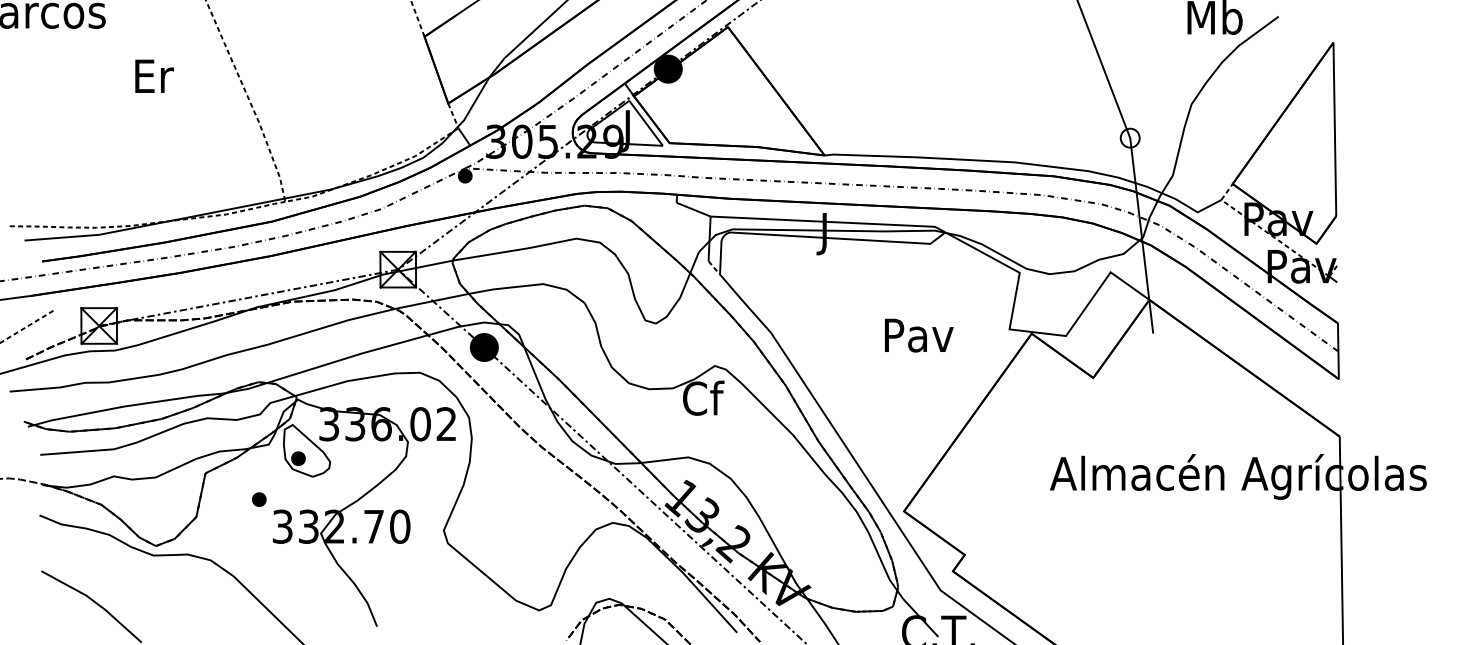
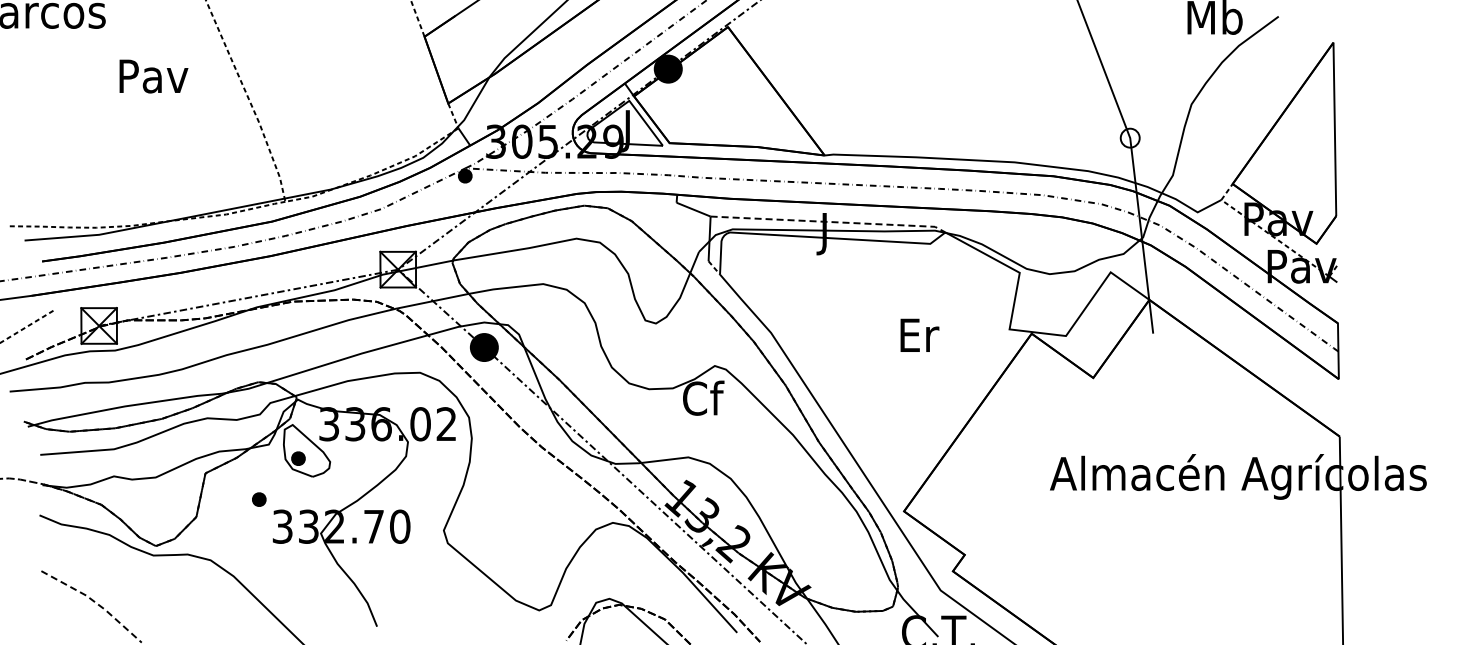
text at (153, 76): Er -> Pav
line at (829, 222): solid -> dashed
text at (919, 335): Pav -> Er
line at (95, 602): solid -> dashed
